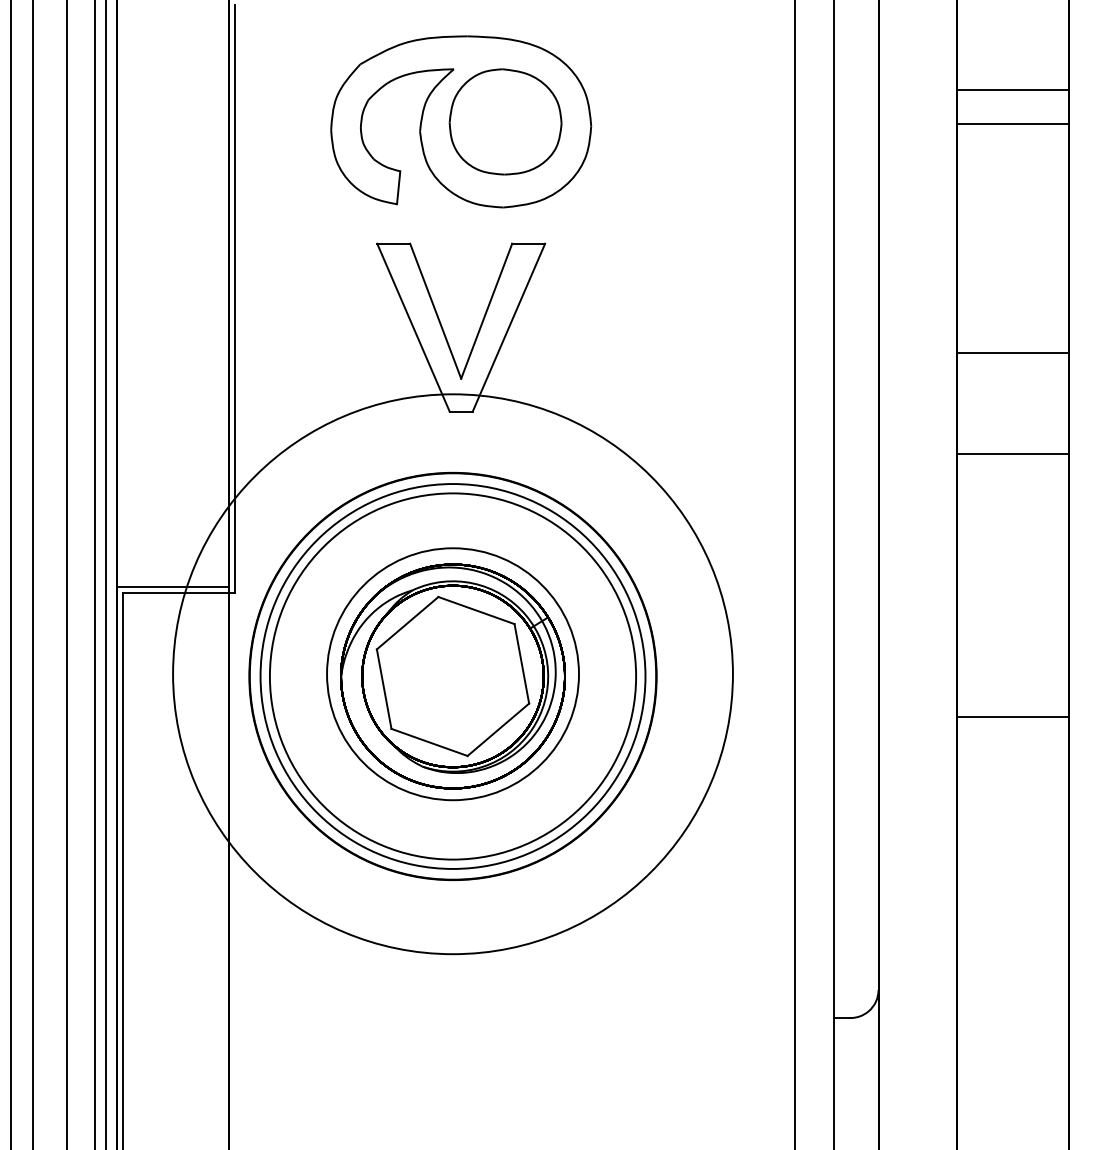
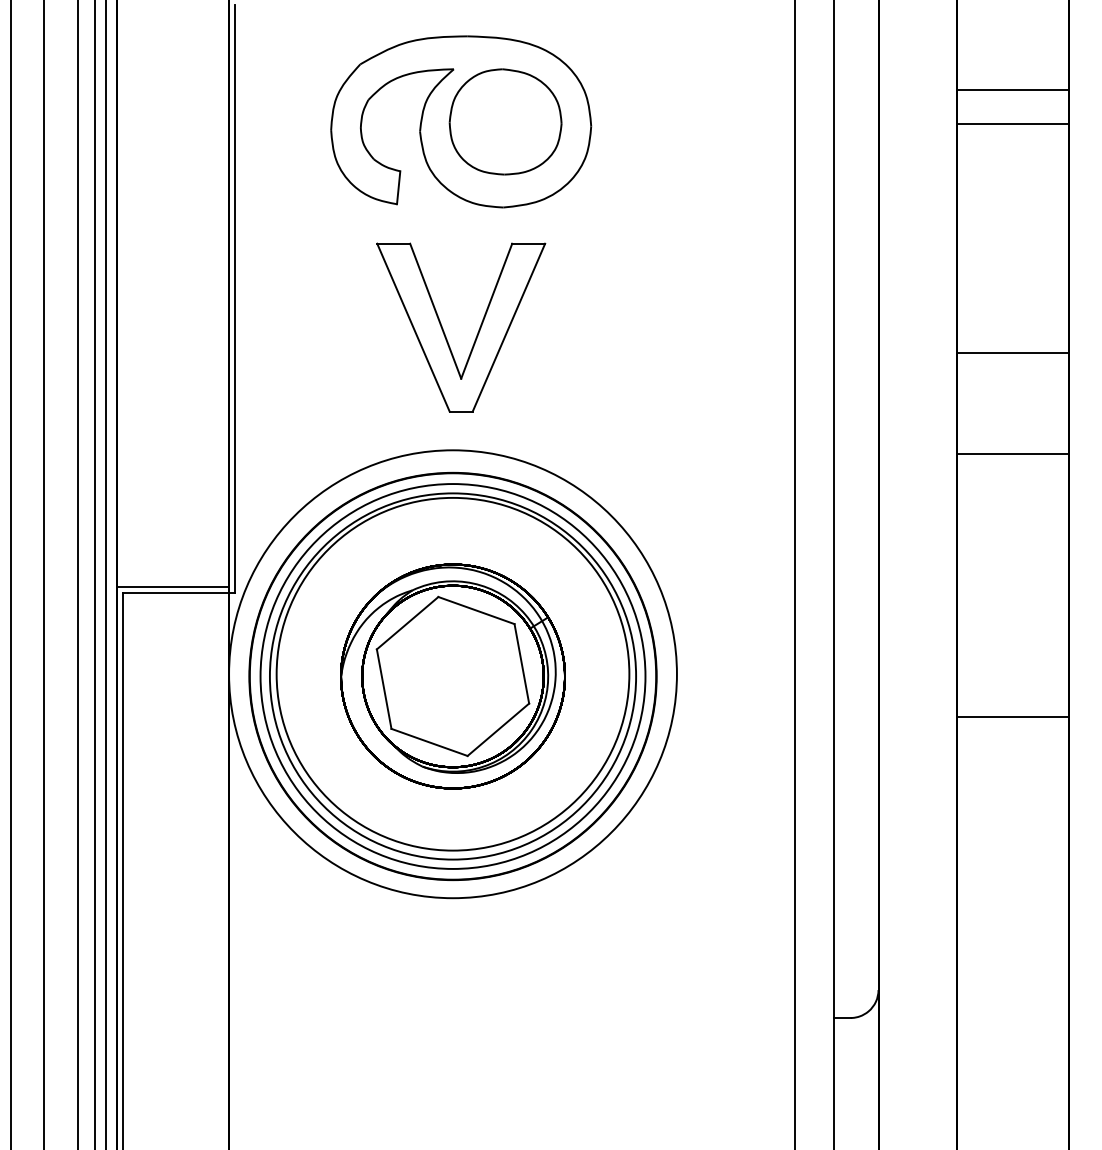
line at (33, 574) position: (33, 574) -> (44, 574)
line at (66, 574) position: (66, 574) -> (77, 574)
circle at (452, 674) diameter: 252 px -> 353 px
circle at (452, 674) diameter: 560 px -> 448 px
